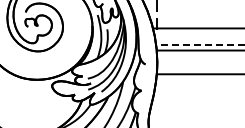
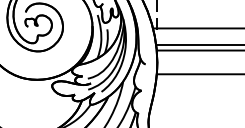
line at (200, 45): dashed -> solid
